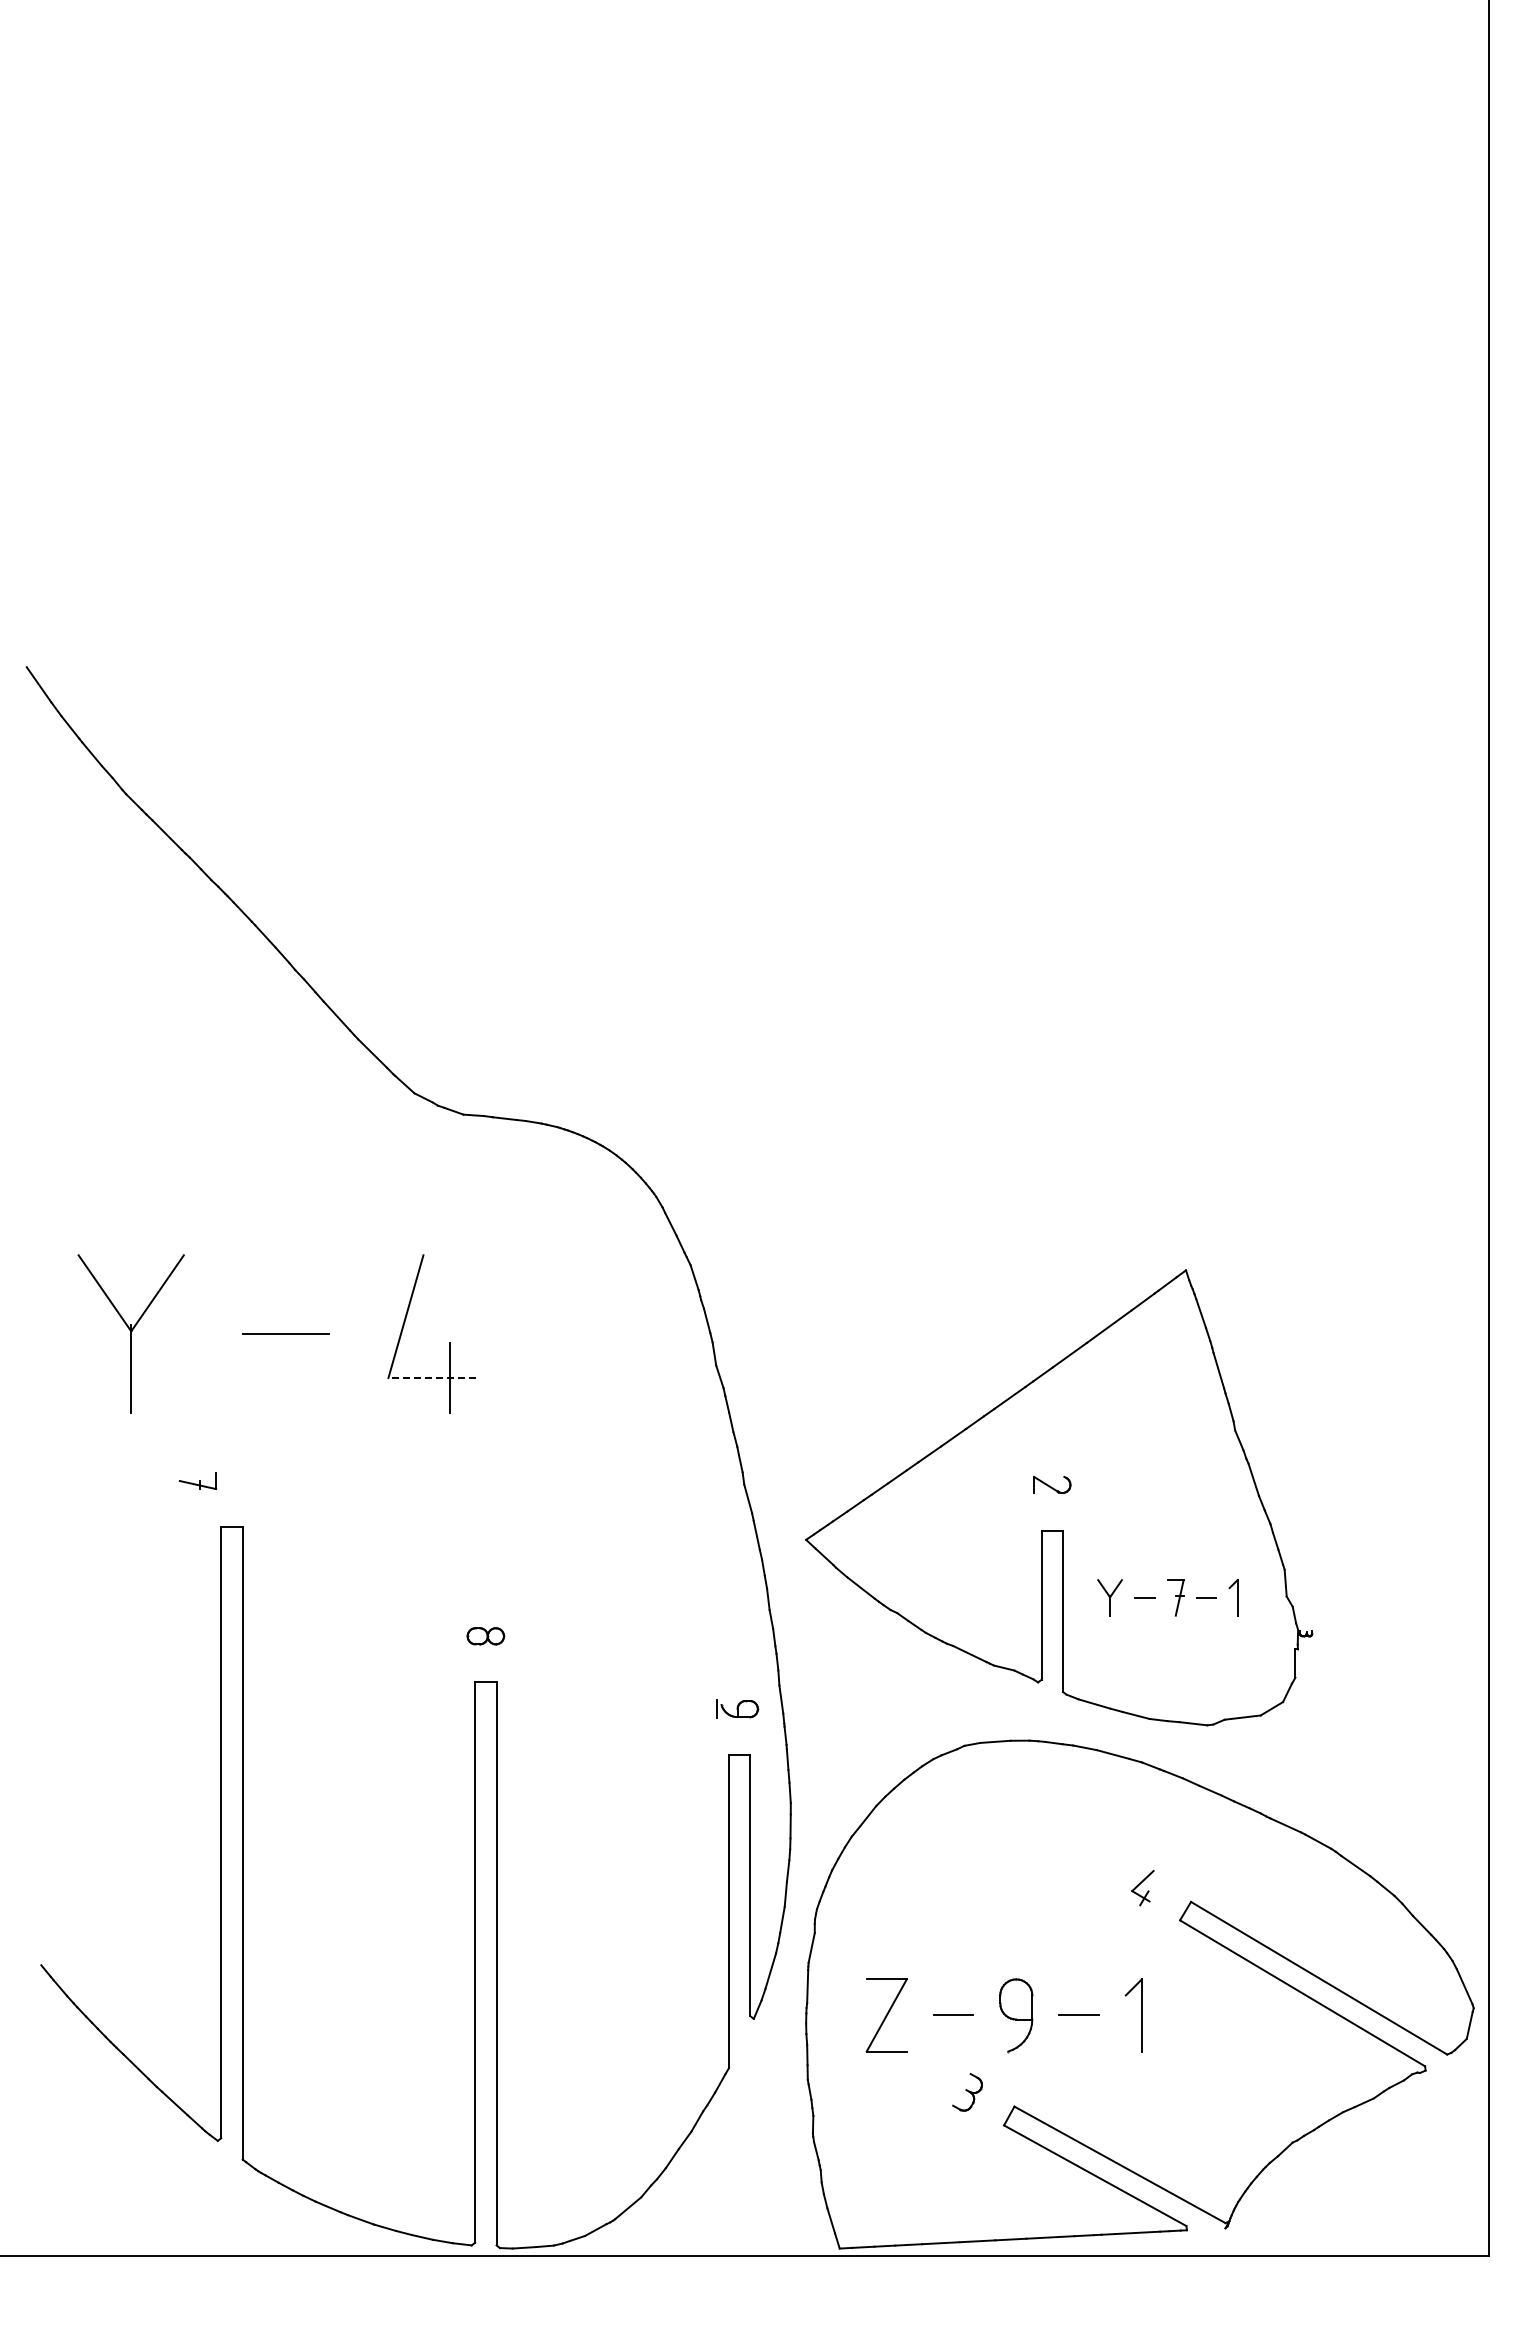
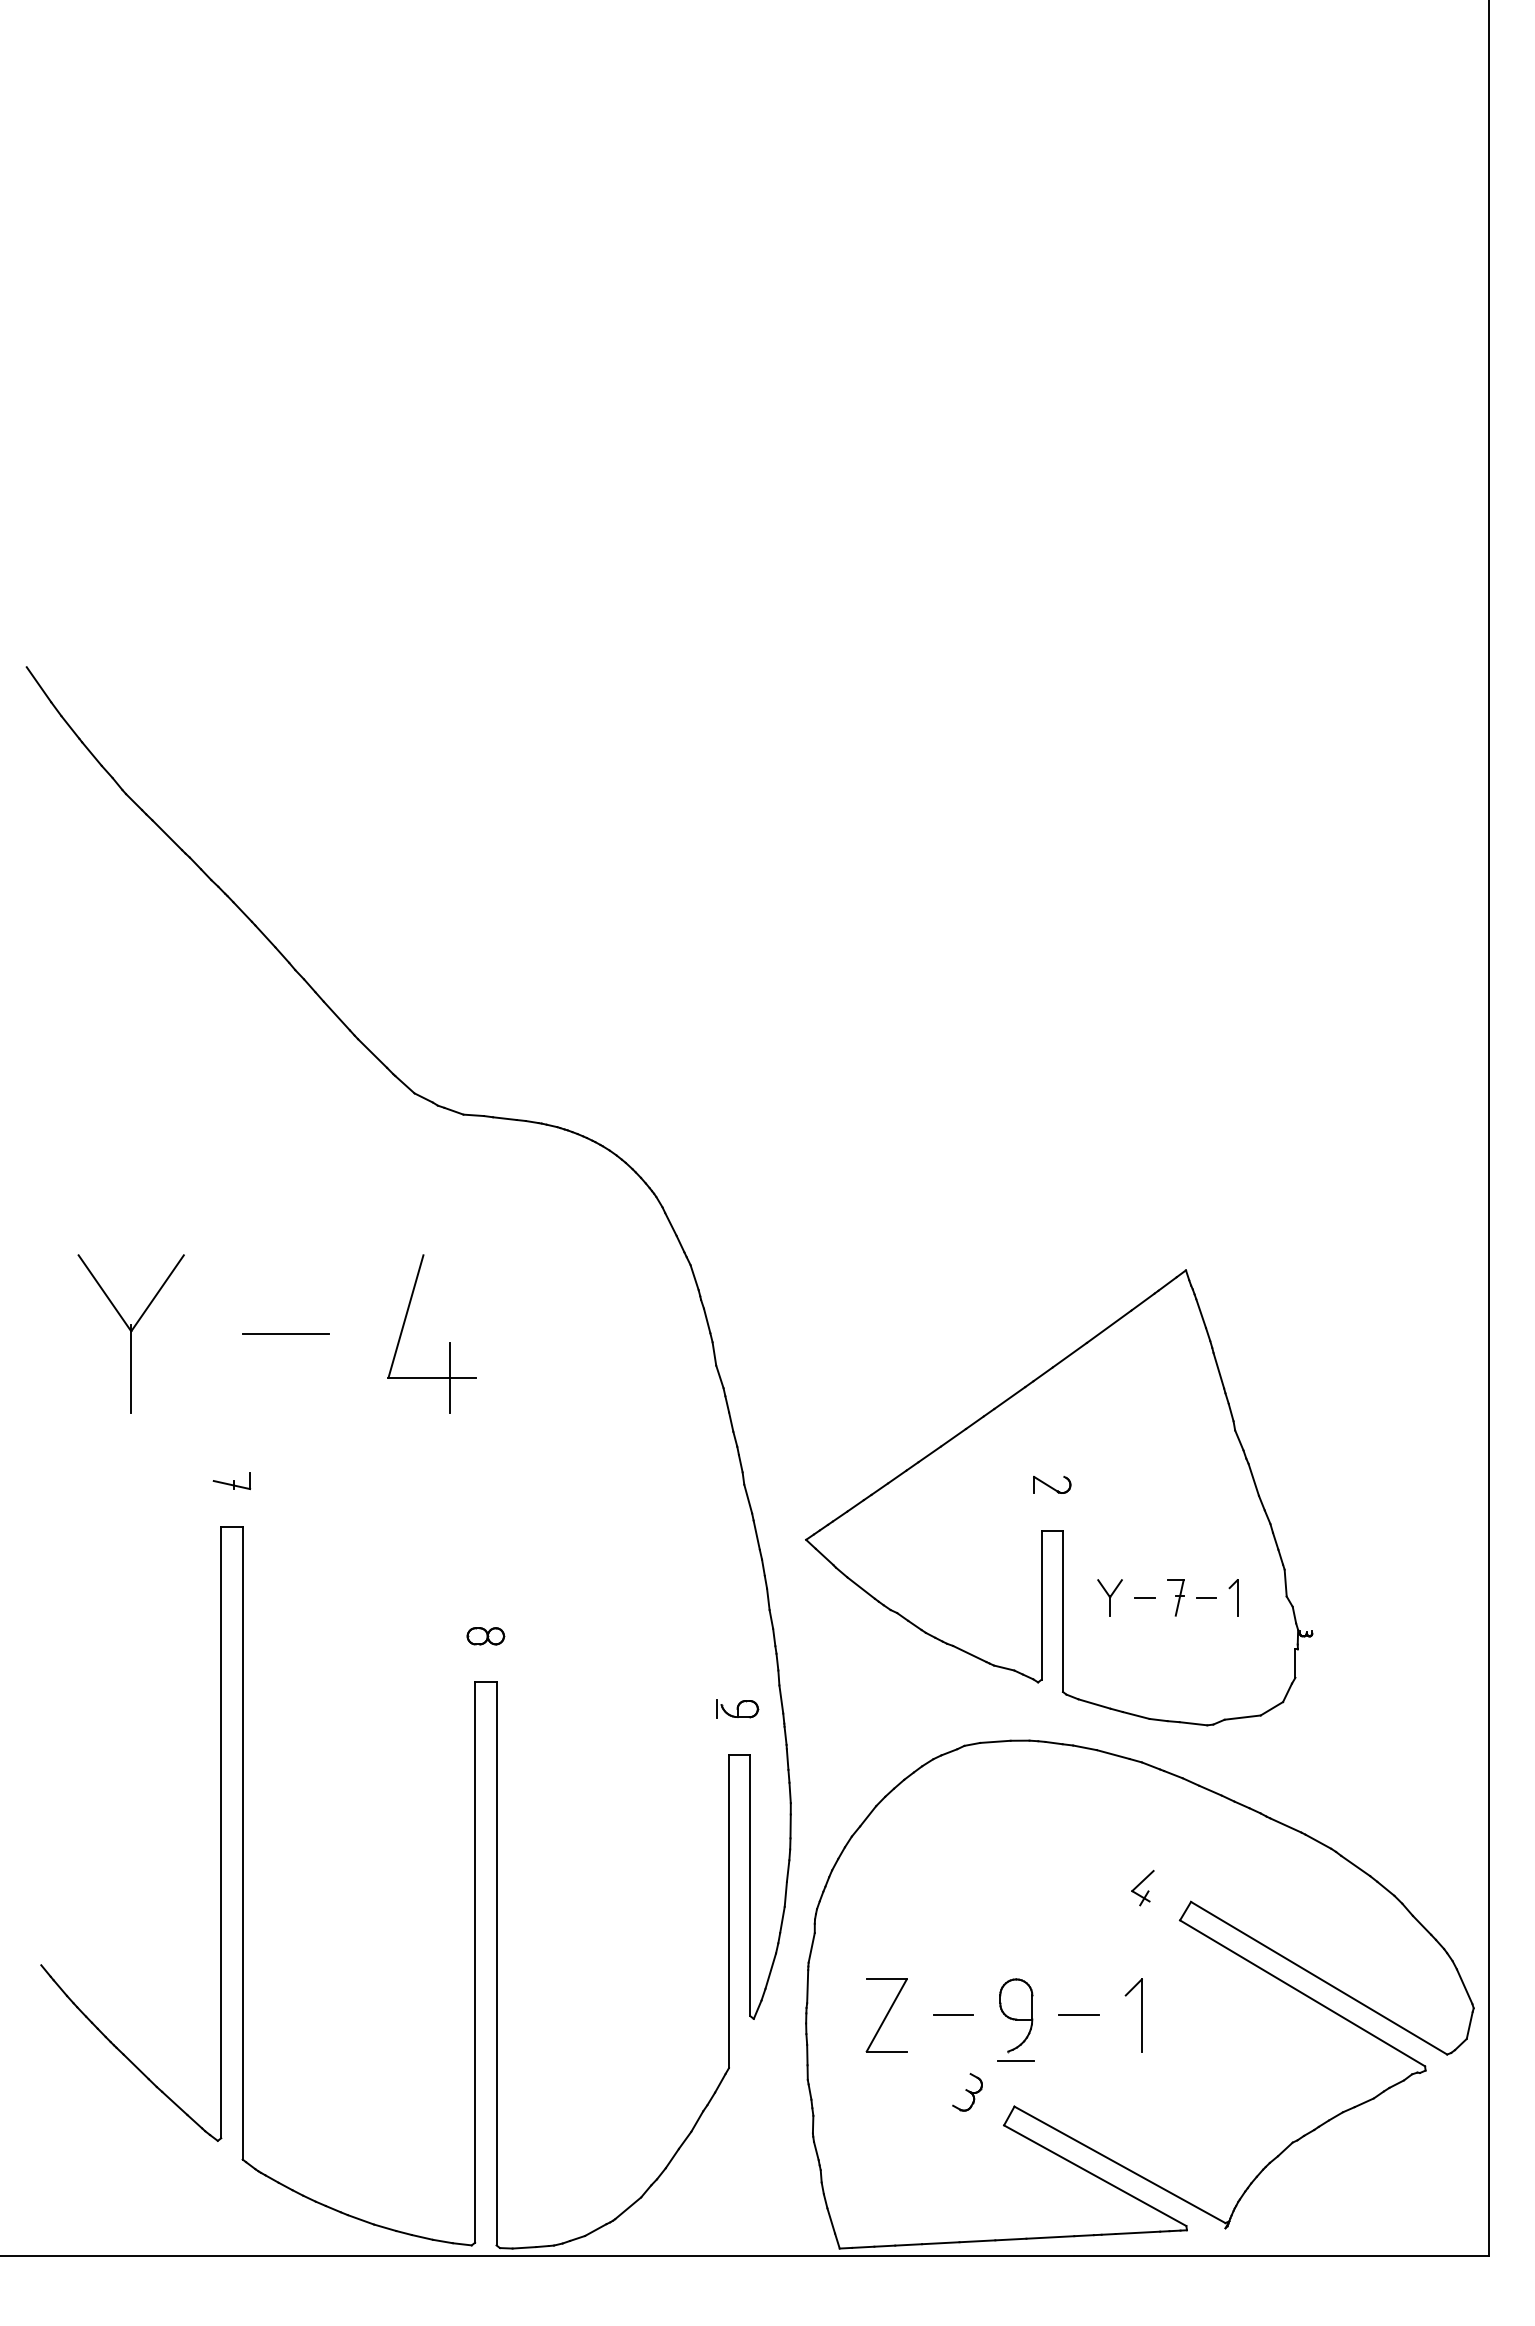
line at (432, 1377): dashed -> solid
part at (197, 1481) position: (197, 1481) -> (231, 1481)
line at (1016, 2060): none -> present
